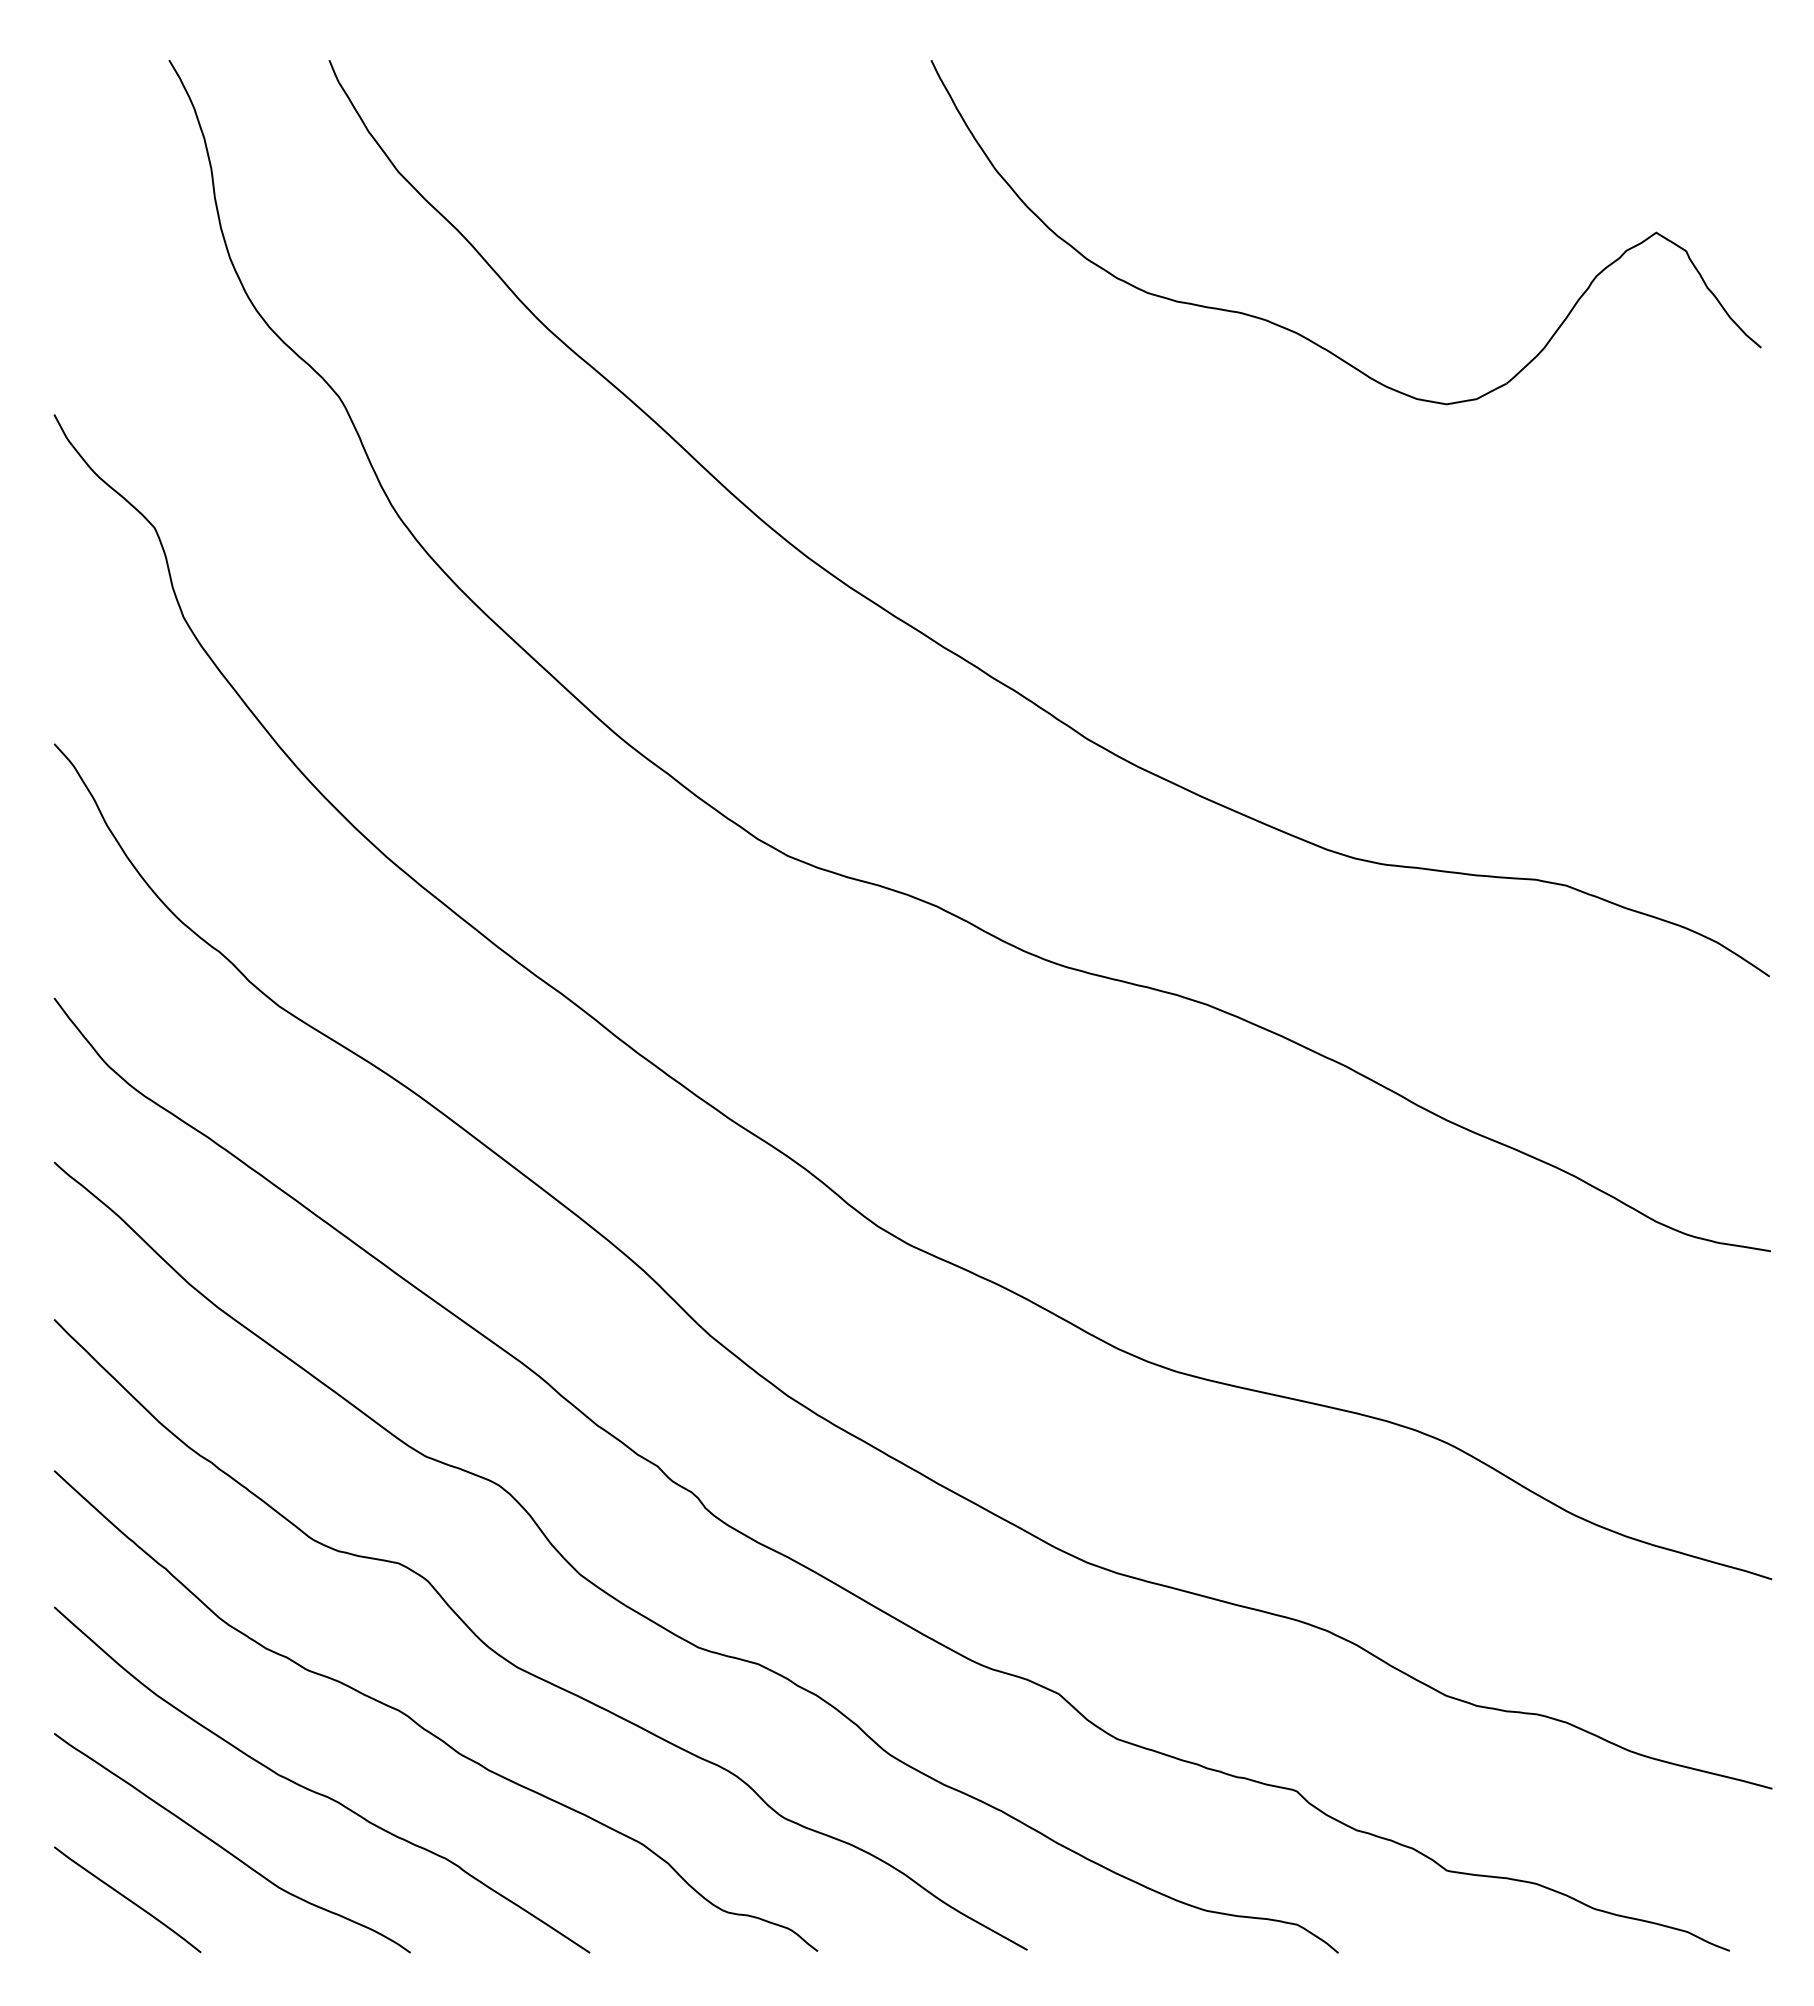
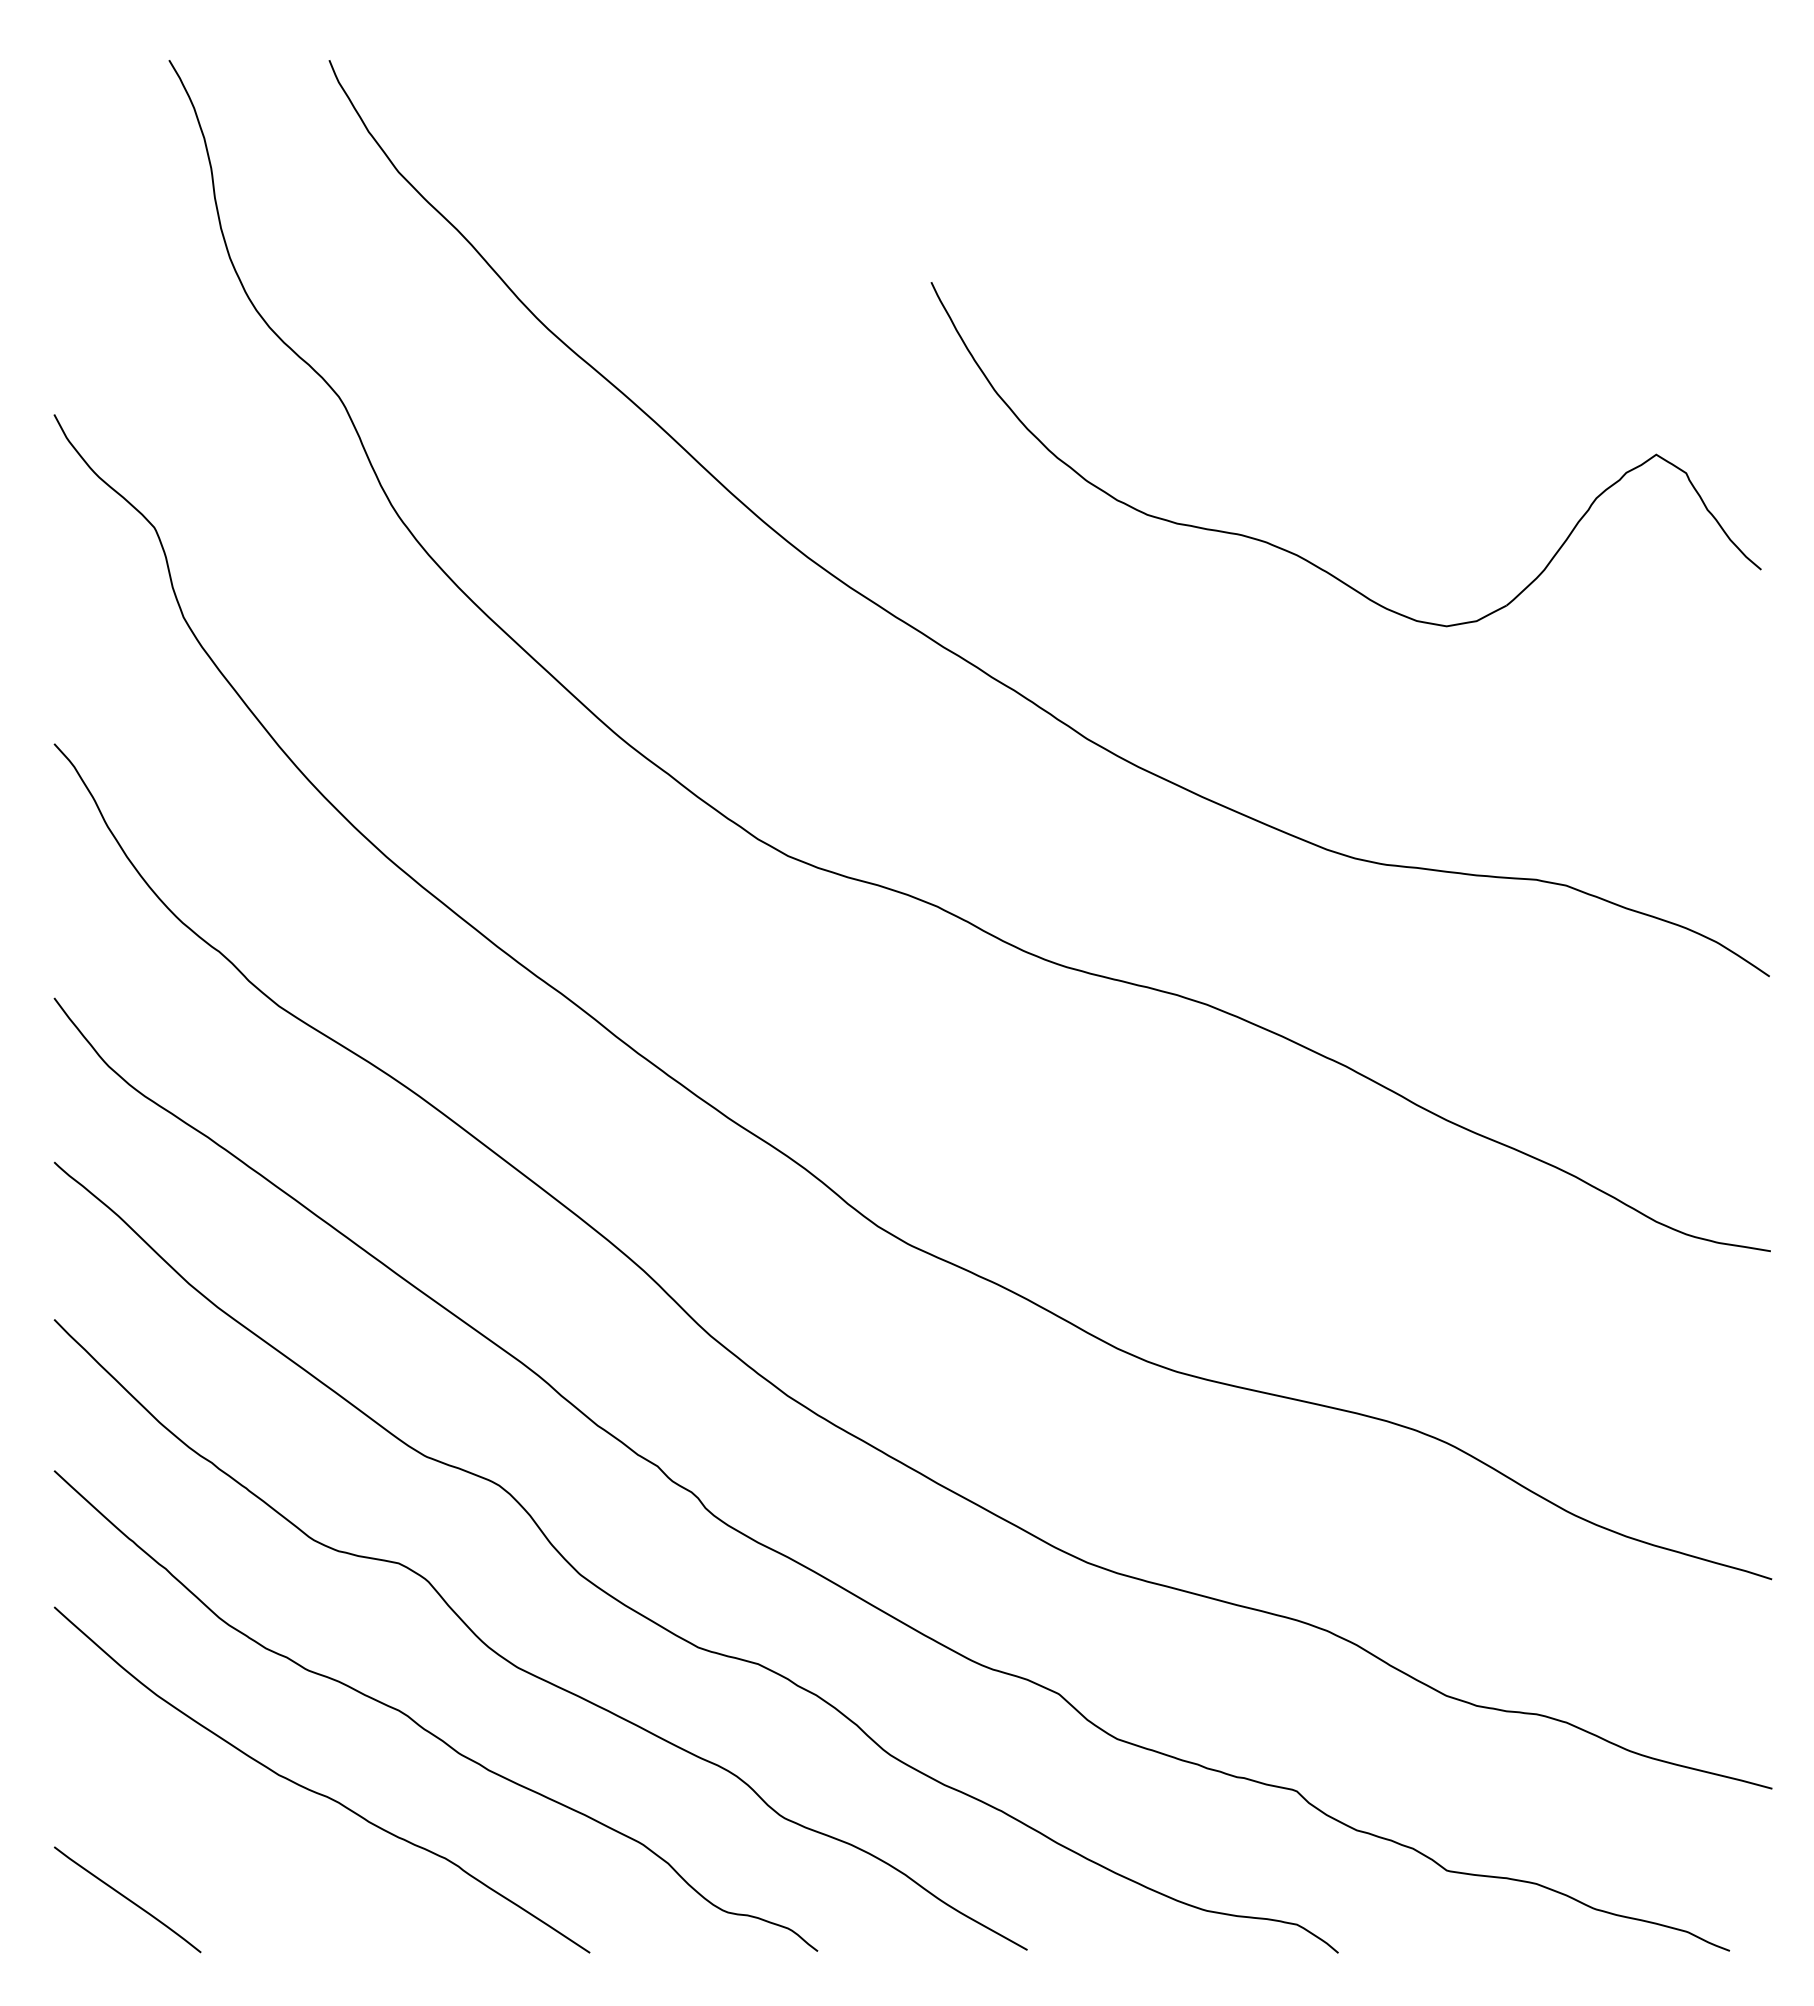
part at (1295, 331) position: (1295, 331) -> (1295, 553)
curve at (226, 1849): present -> none
